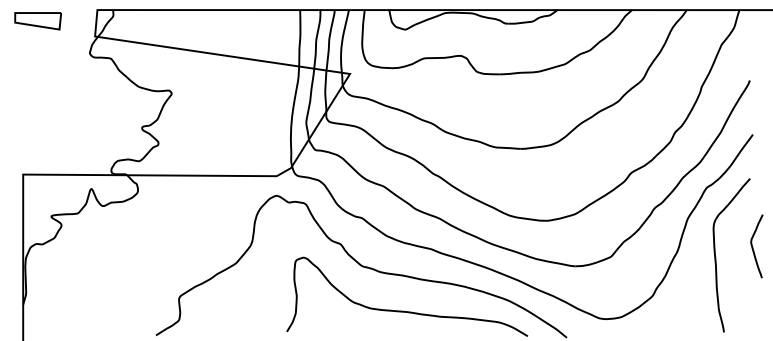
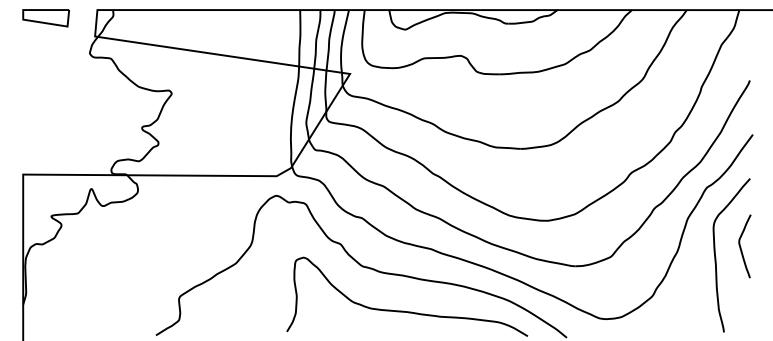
part at (37, 21) position: (37, 21) -> (45, 18)
curve at (753, 247) position: (753, 247) -> (741, 247)
